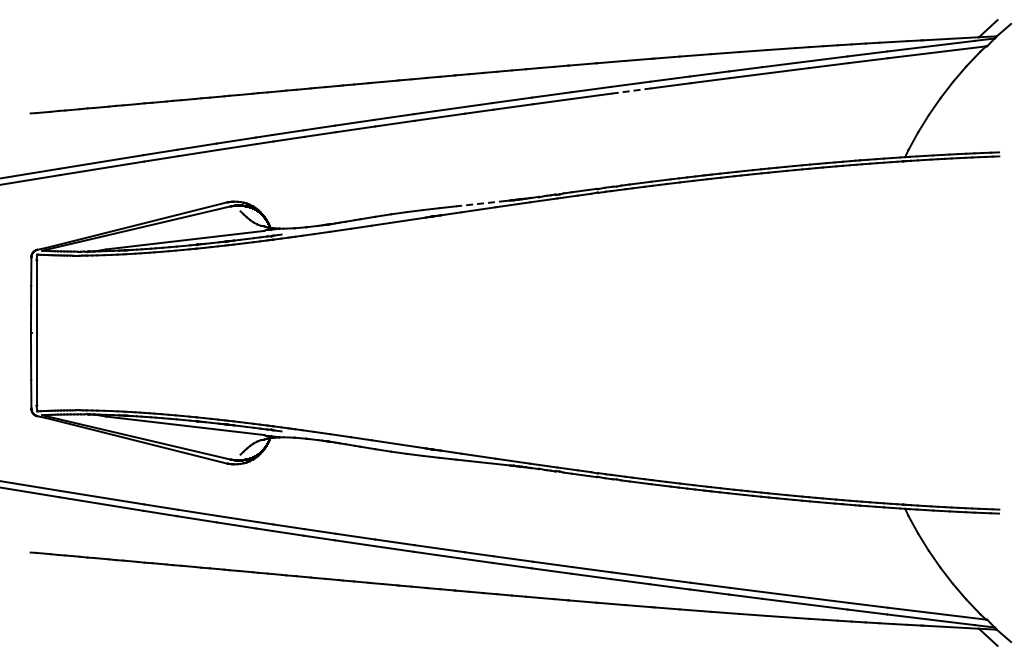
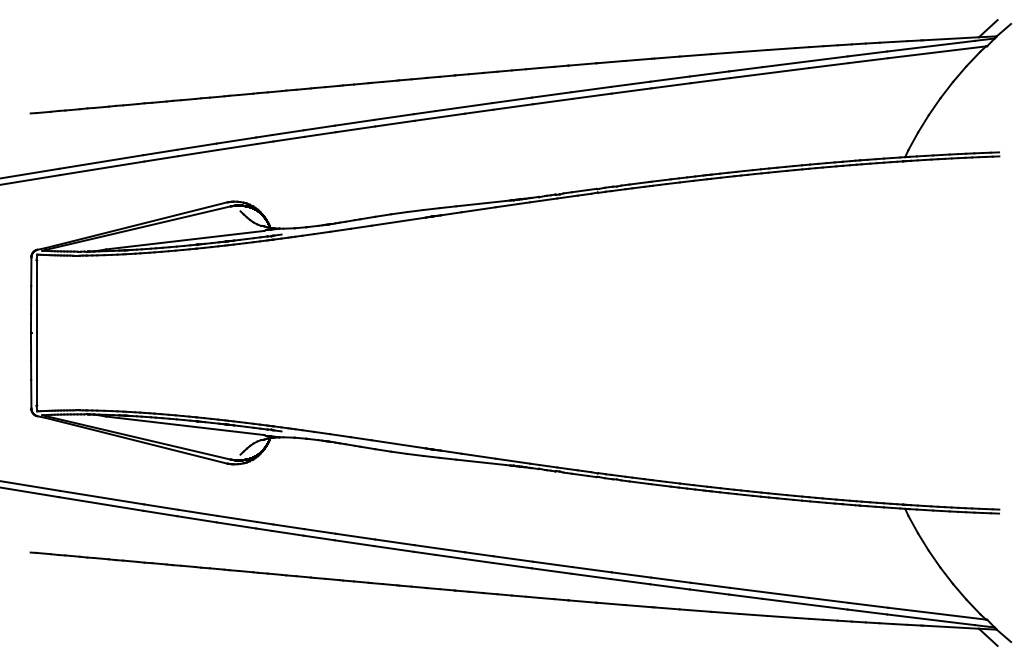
line at (631, 91): dashed -> solid
line at (481, 203): dashed -> solid
